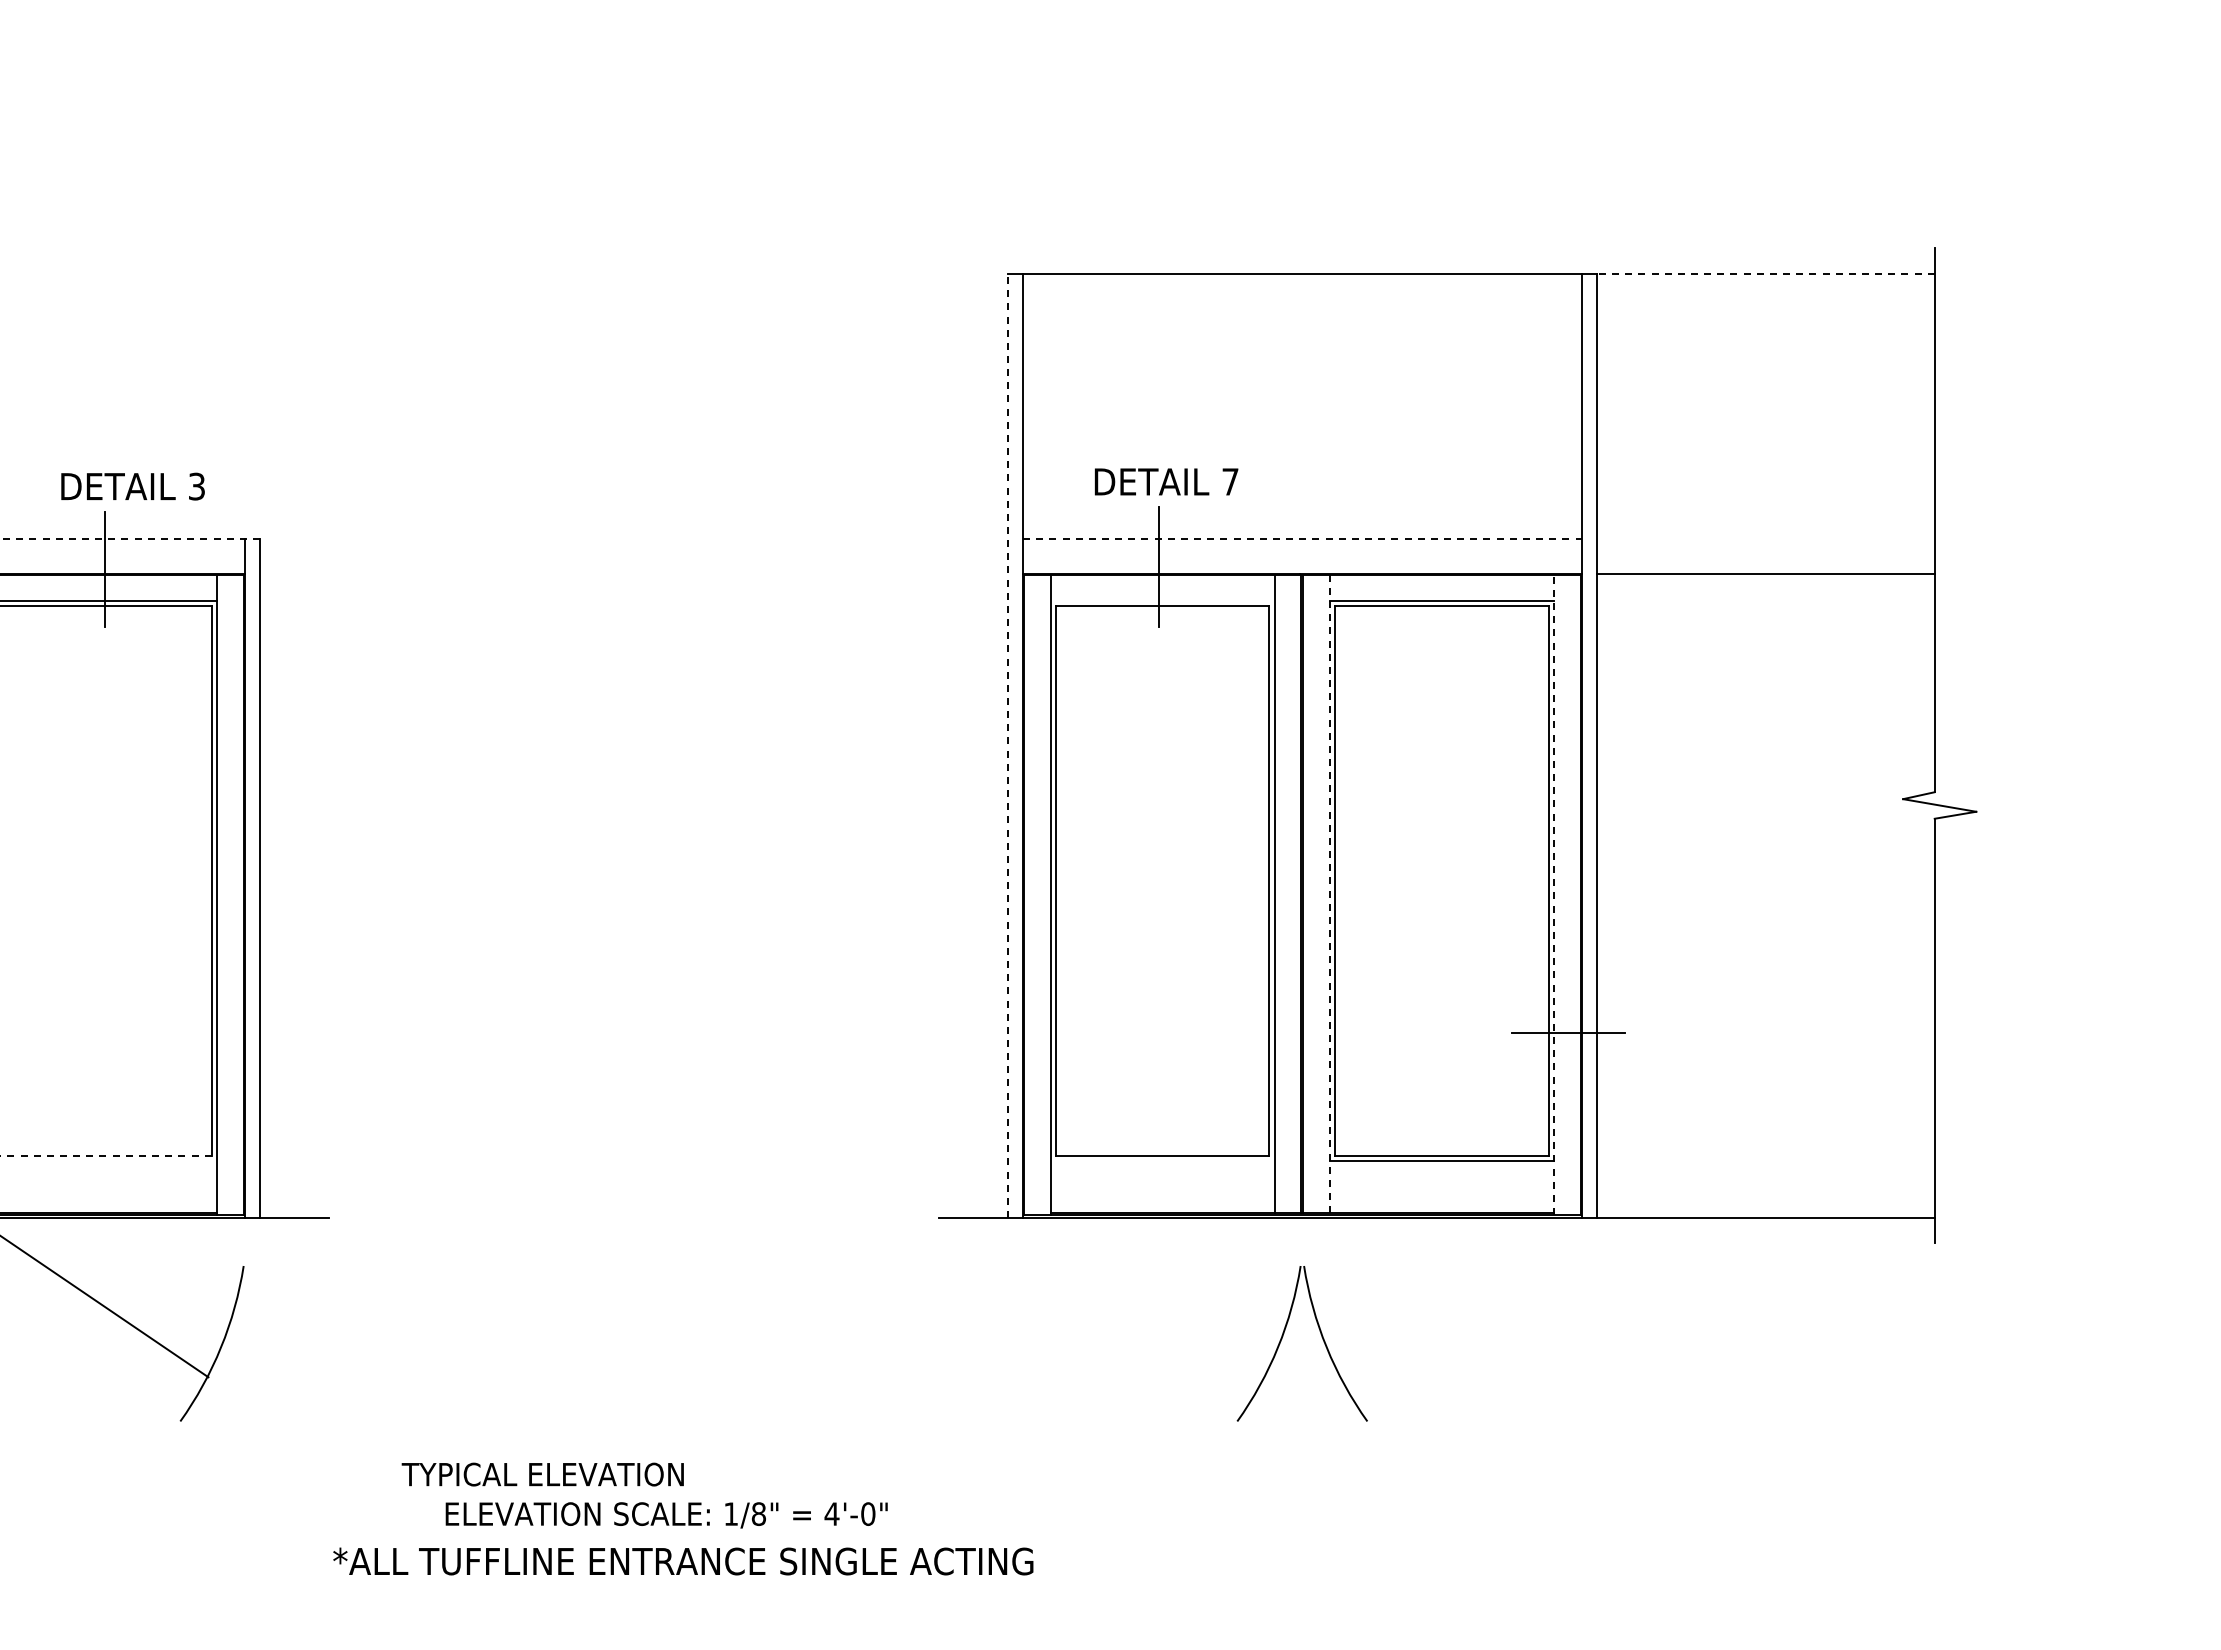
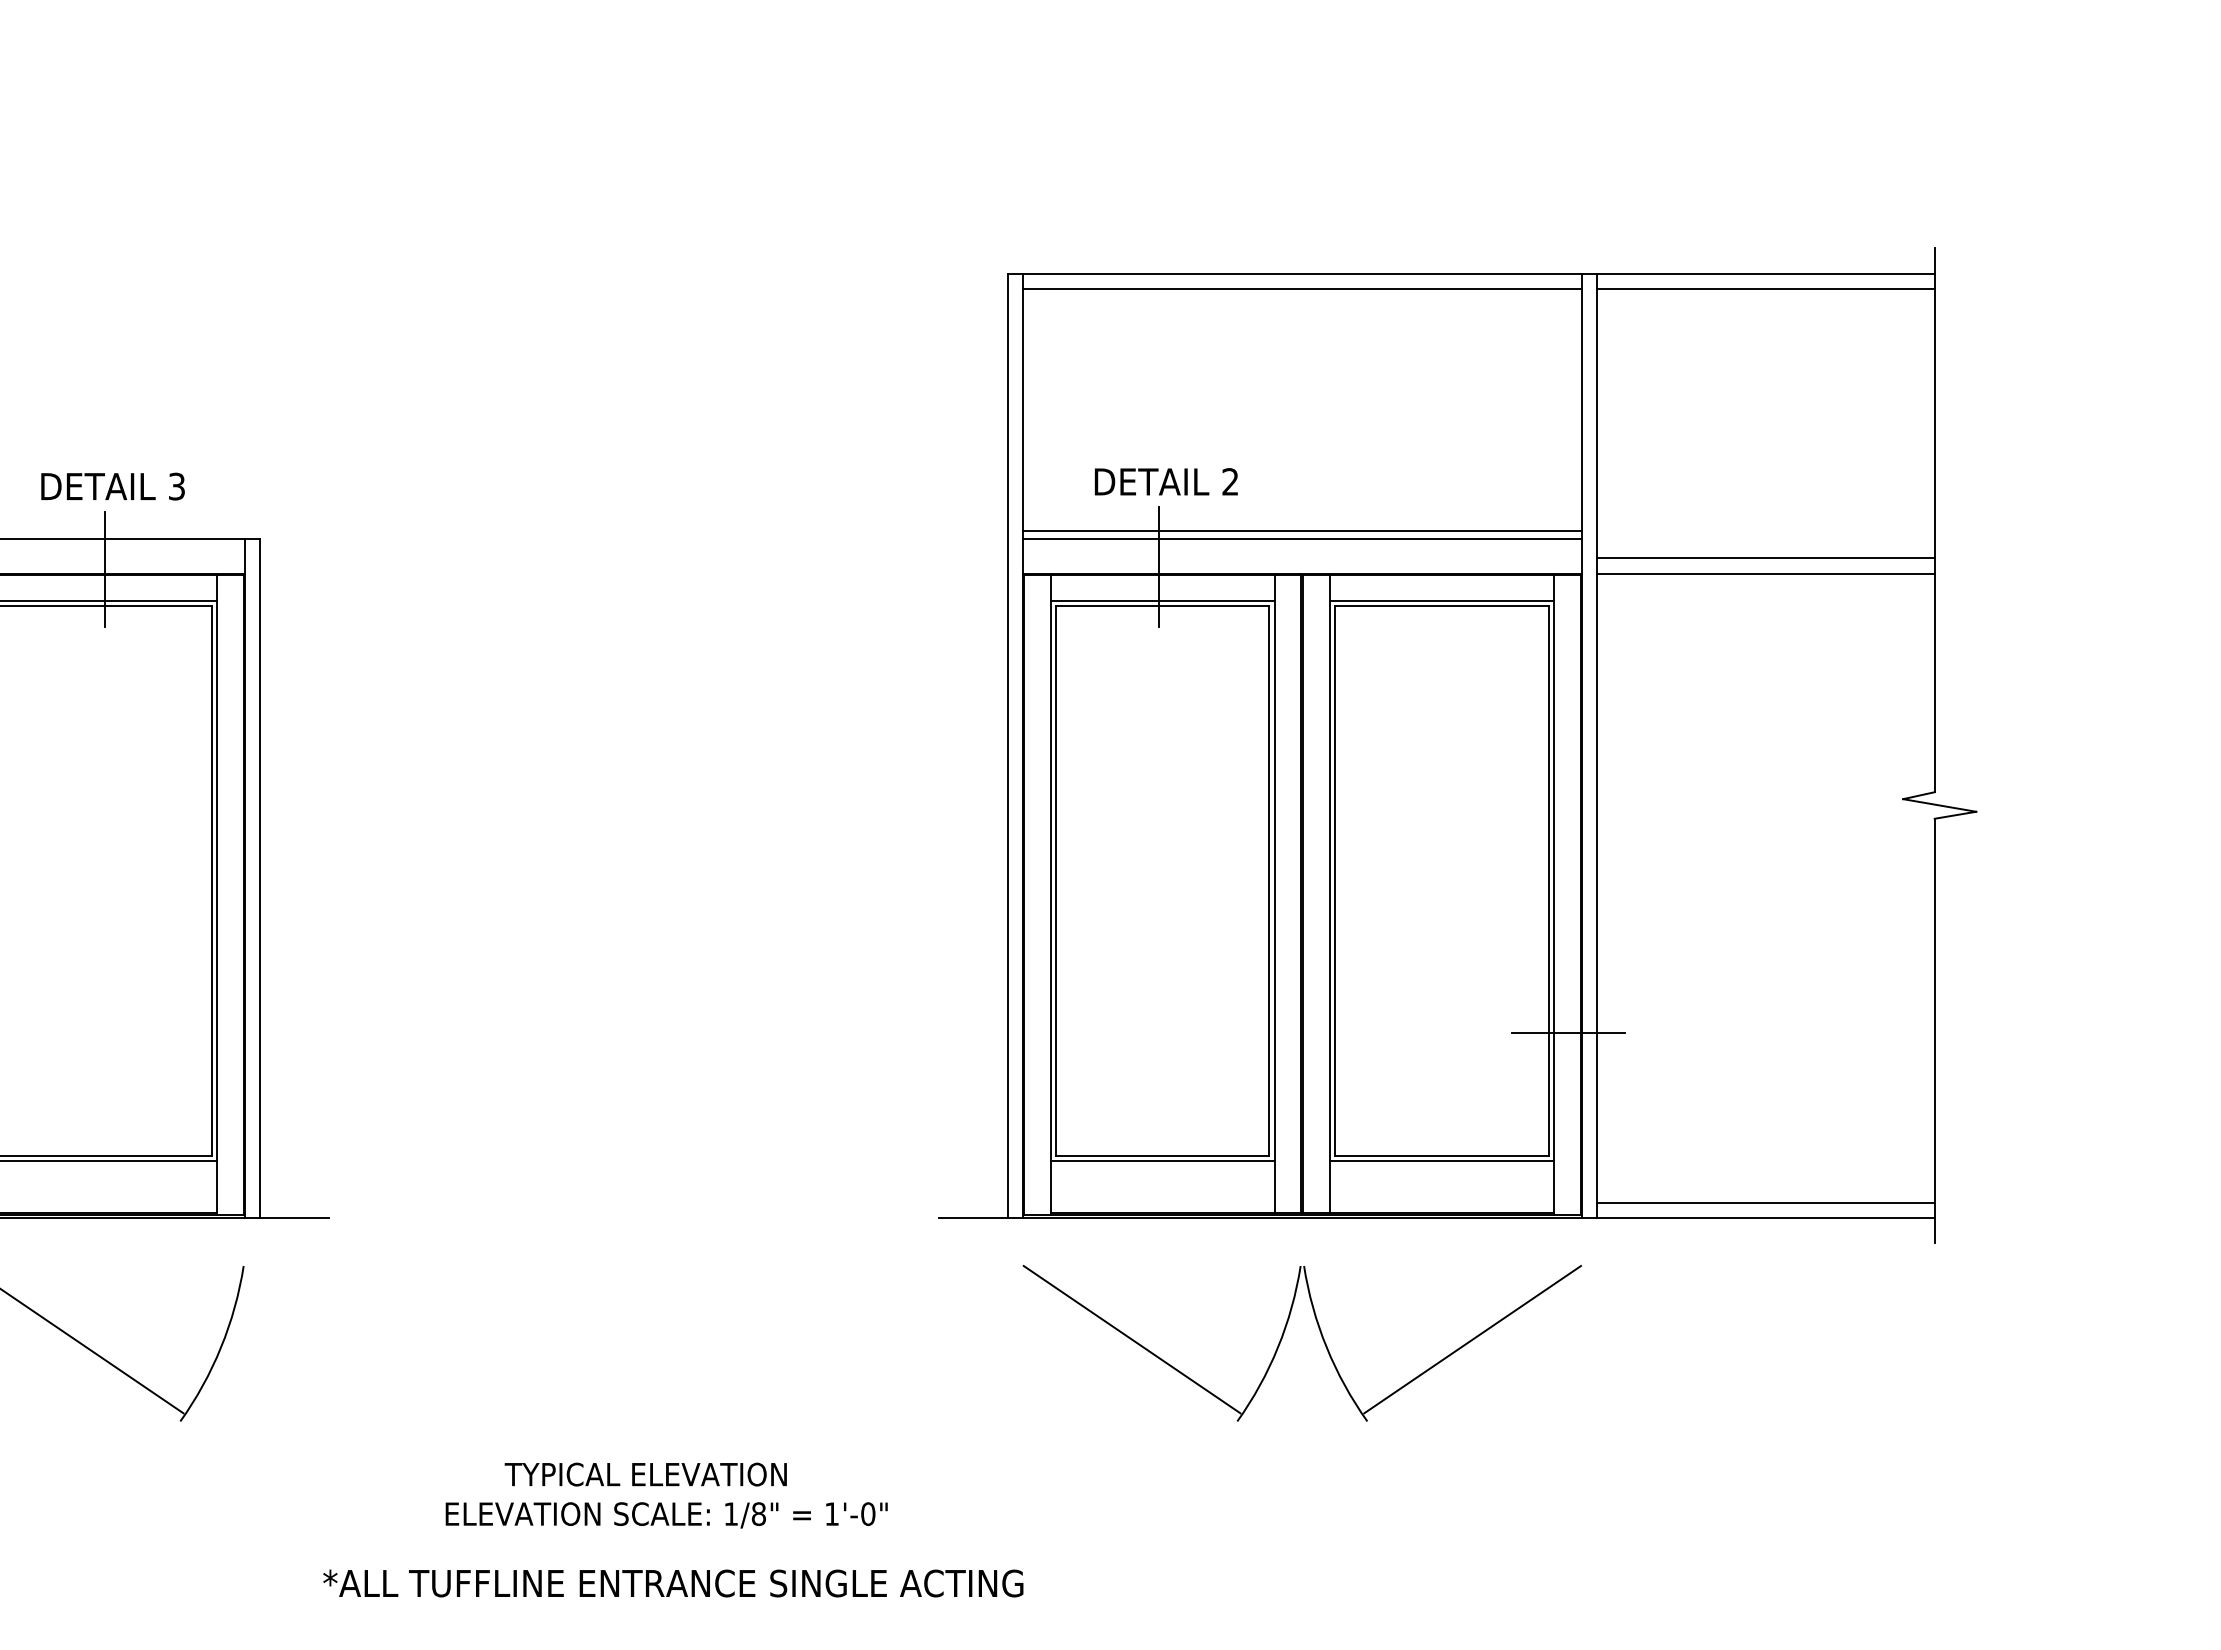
line at (1765, 273): dashed -> solid
line at (1302, 289): none -> present
line at (1765, 289): none -> present
text at (1230, 481): 7 -> 2
text at (132, 486) position: (132, 486) -> (112, 486)
line at (1302, 531): none -> present
line at (130, 539): dashed -> solid
line at (1302, 539): dashed -> solid
line at (1765, 558): none -> present
line at (1162, 600): none -> present
line at (1007, 745): dashed -> solid
line at (1330, 893): dashed -> solid
line at (1554, 894): dashed -> solid
line at (105, 1155): dashed -> solid
line at (109, 1161): none -> present
line at (1162, 1161): none -> present
line at (1765, 1202): none -> present
line at (105, 1307) position: (105, 1307) -> (92, 1351)
line at (1131, 1339): none -> present
line at (1472, 1339): none -> present
text at (542, 1474) position: (542, 1474) -> (645, 1474)
text at (831, 1513): 4'-0" -> 1'-0"
text at (683, 1561) position: (683, 1561) -> (673, 1583)
